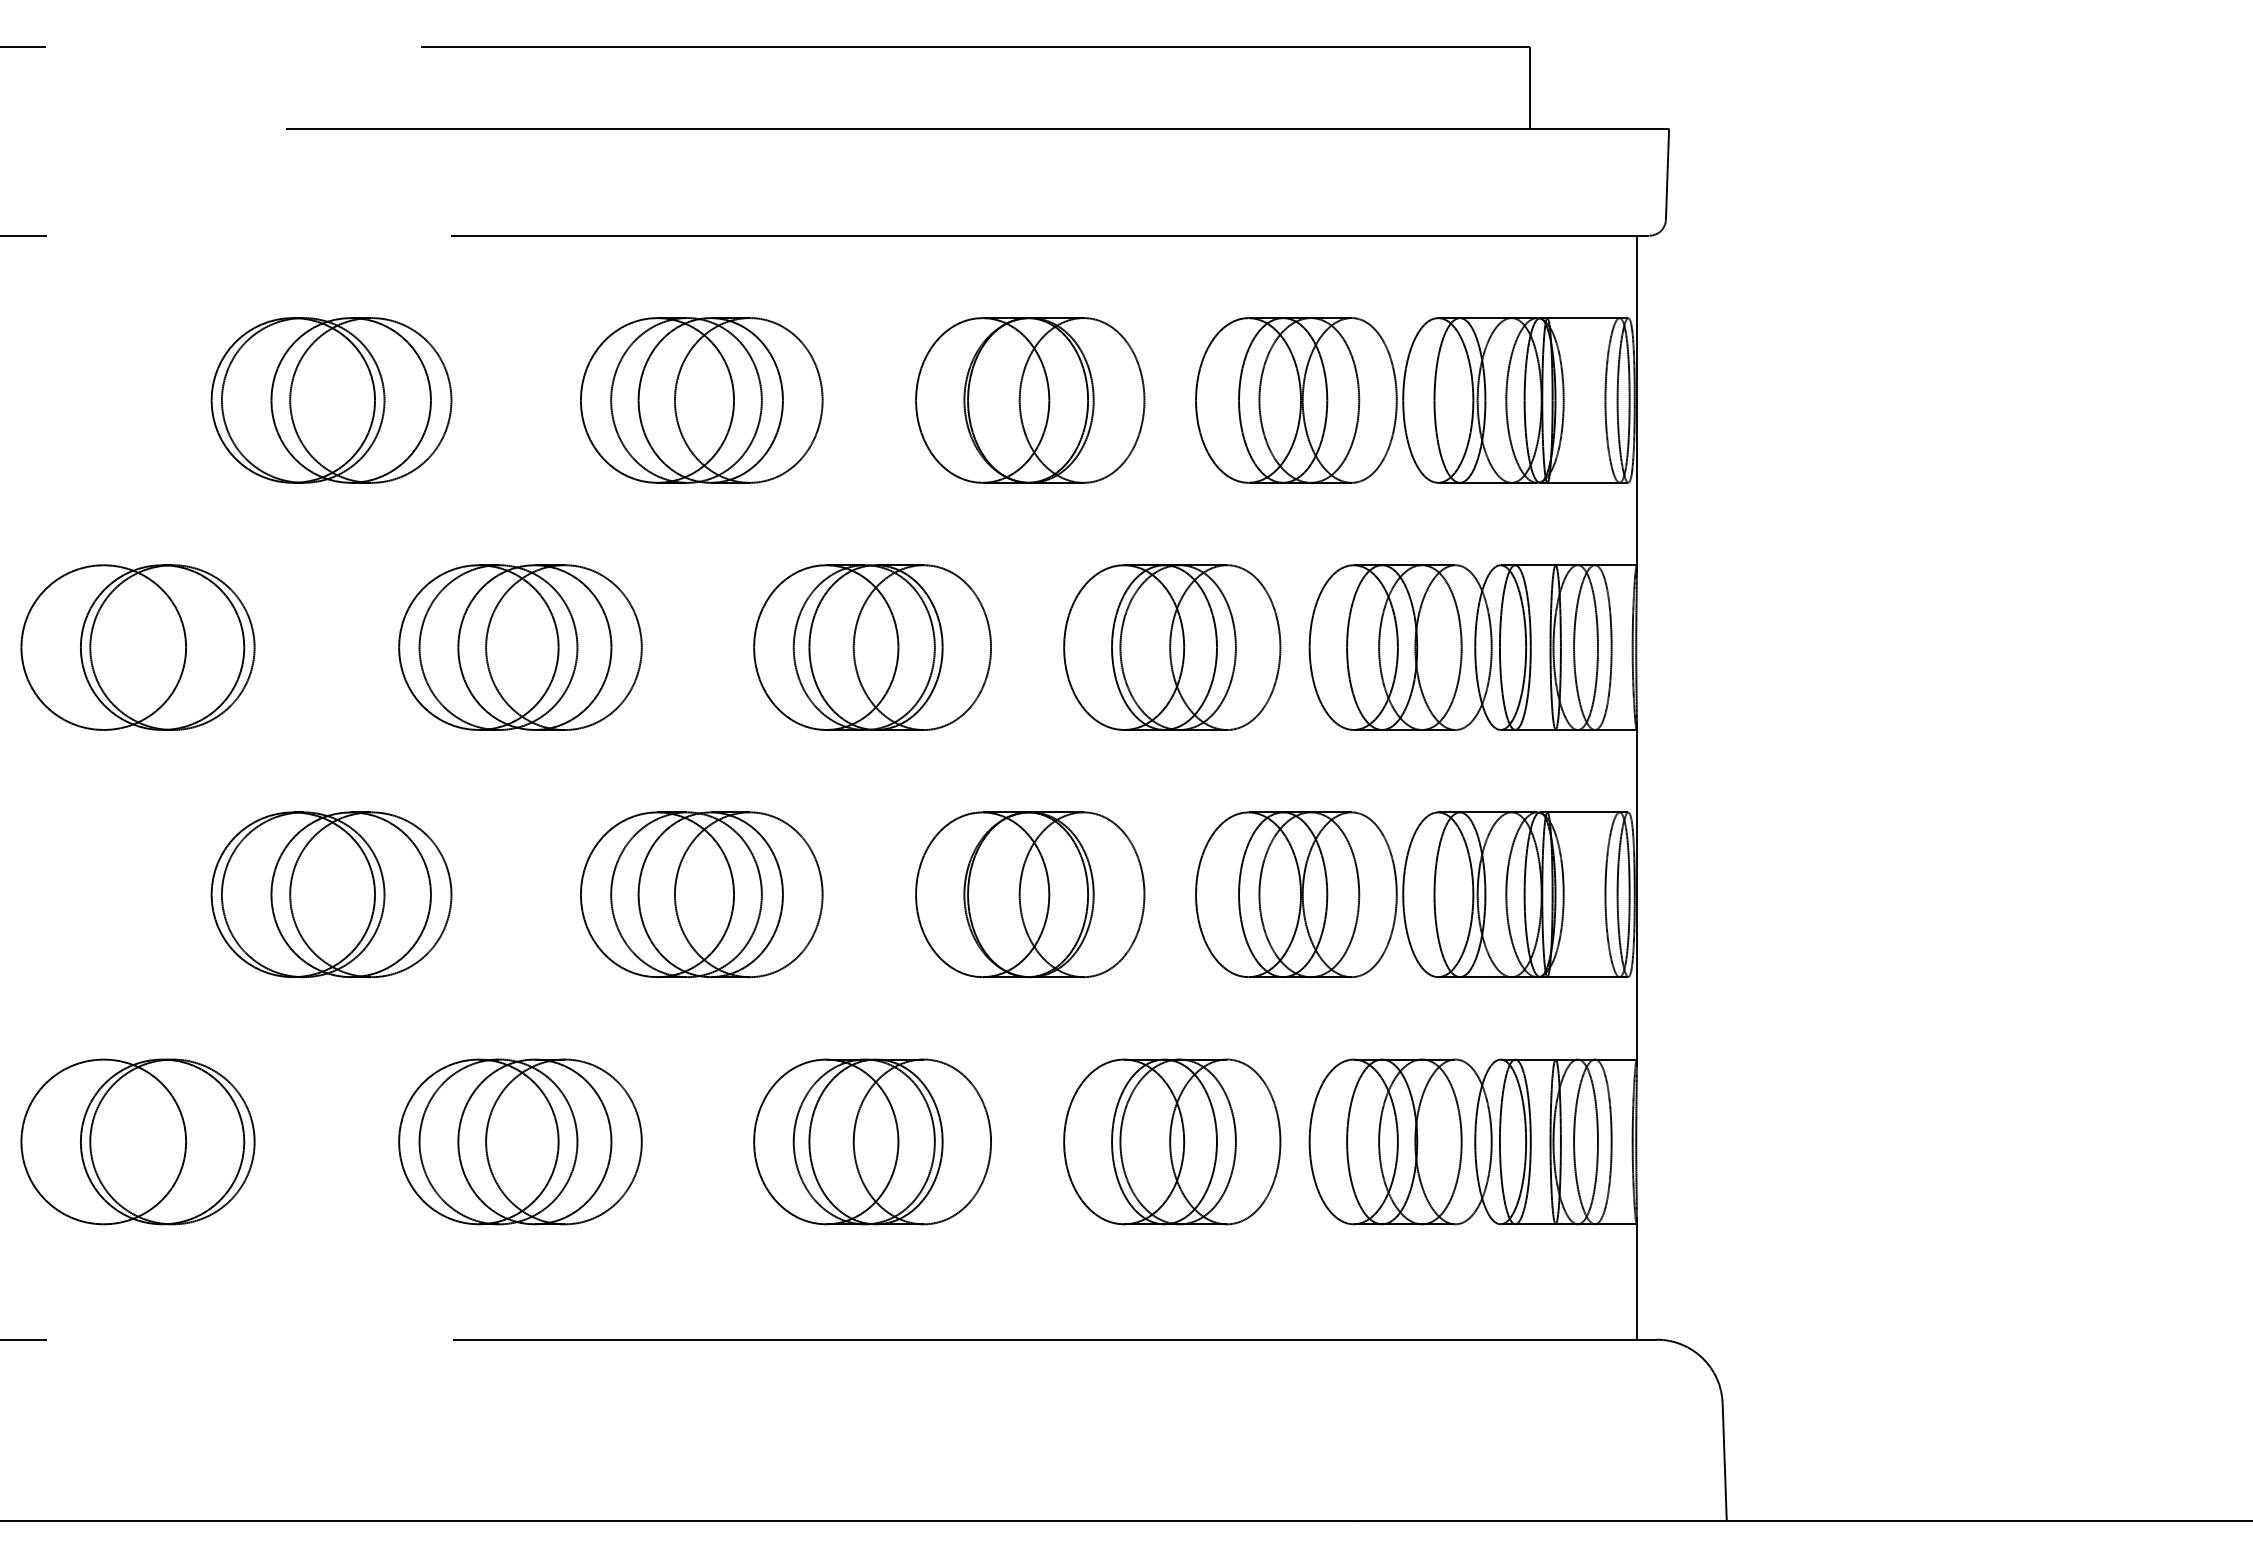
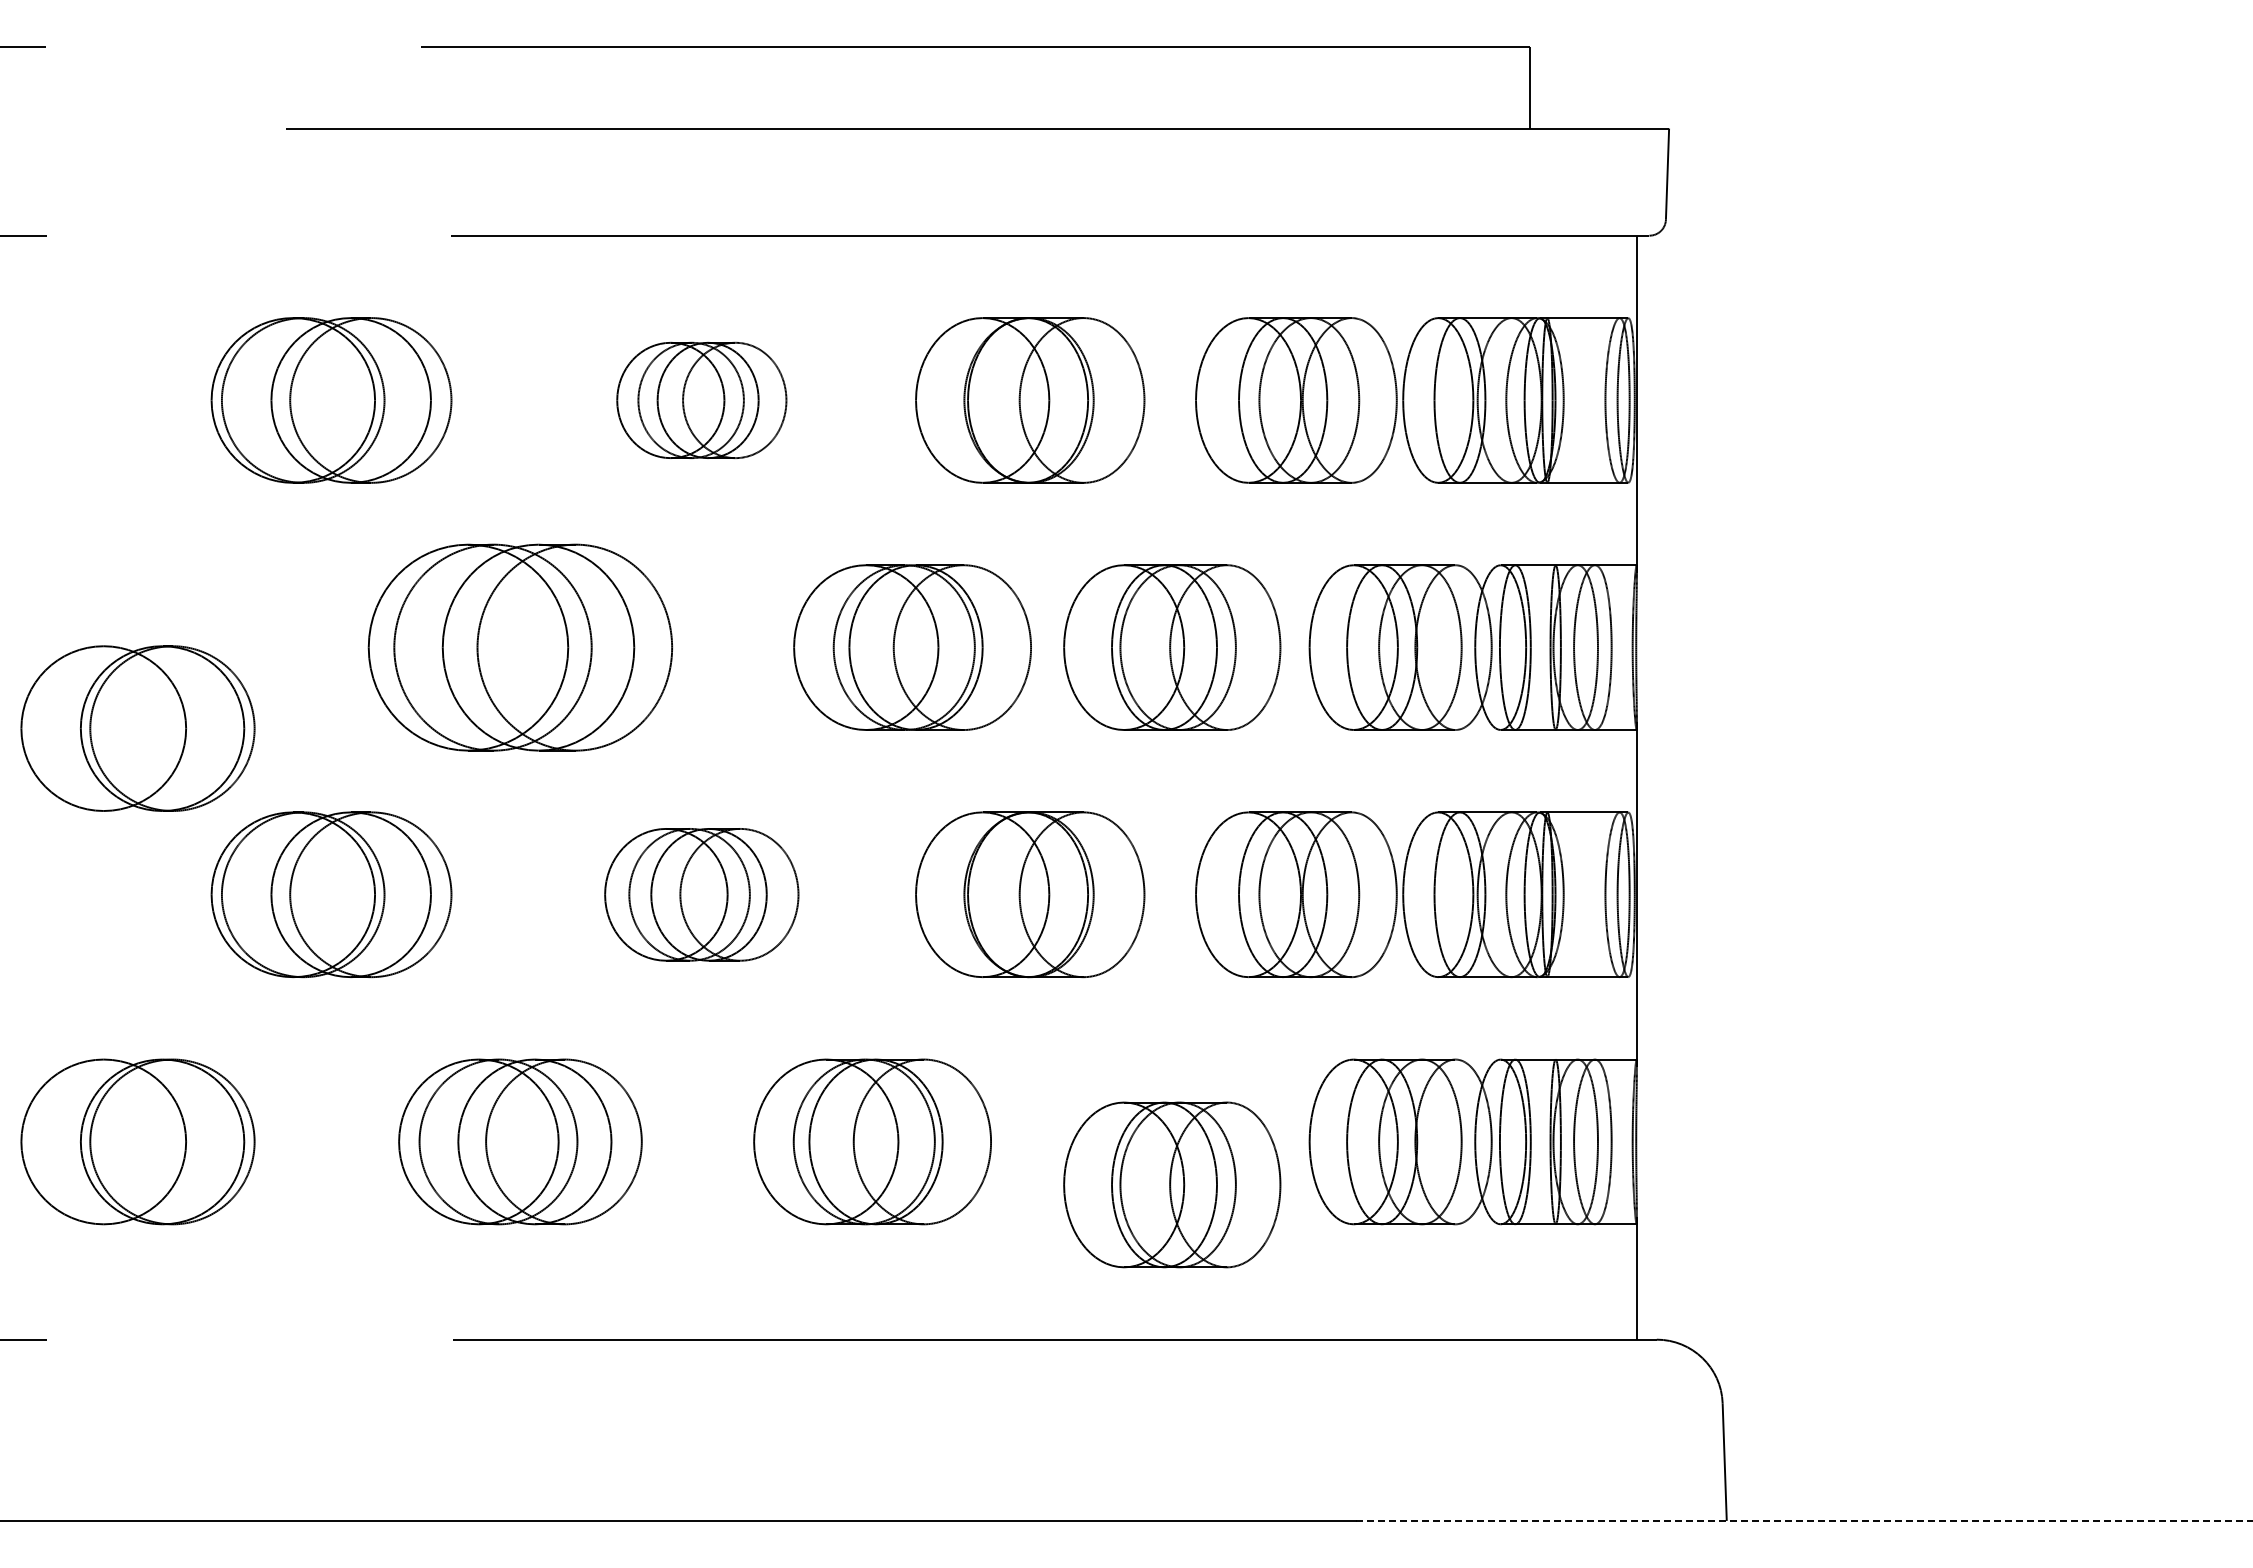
part at (701, 400) size: 244x167 px -> 172x118 px
part at (137, 647) position: (137, 647) -> (137, 728)
part at (520, 647) size: 245x167 px -> 306x209 px
part at (872, 647) position: (872, 647) -> (912, 647)
part at (701, 894) size: 244x168 px -> 196x134 px
part at (1172, 1141) position: (1172, 1141) -> (1172, 1184)
line at (1804, 1520): solid -> dashed
